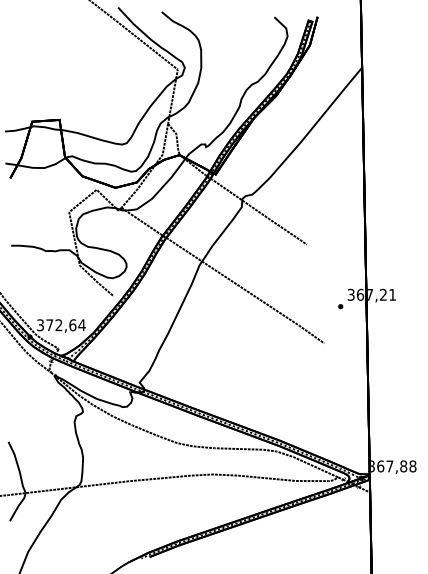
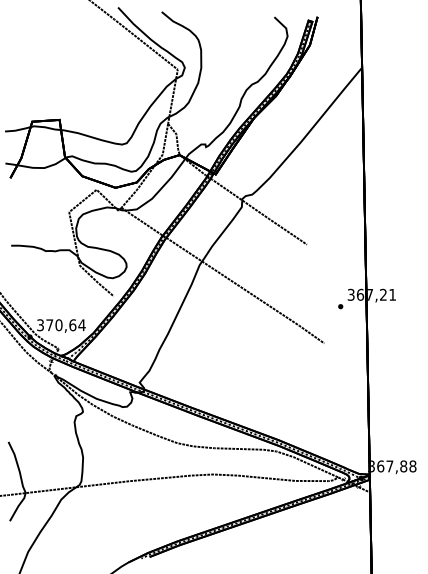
text at (58, 325): 372,64 -> 370,64
